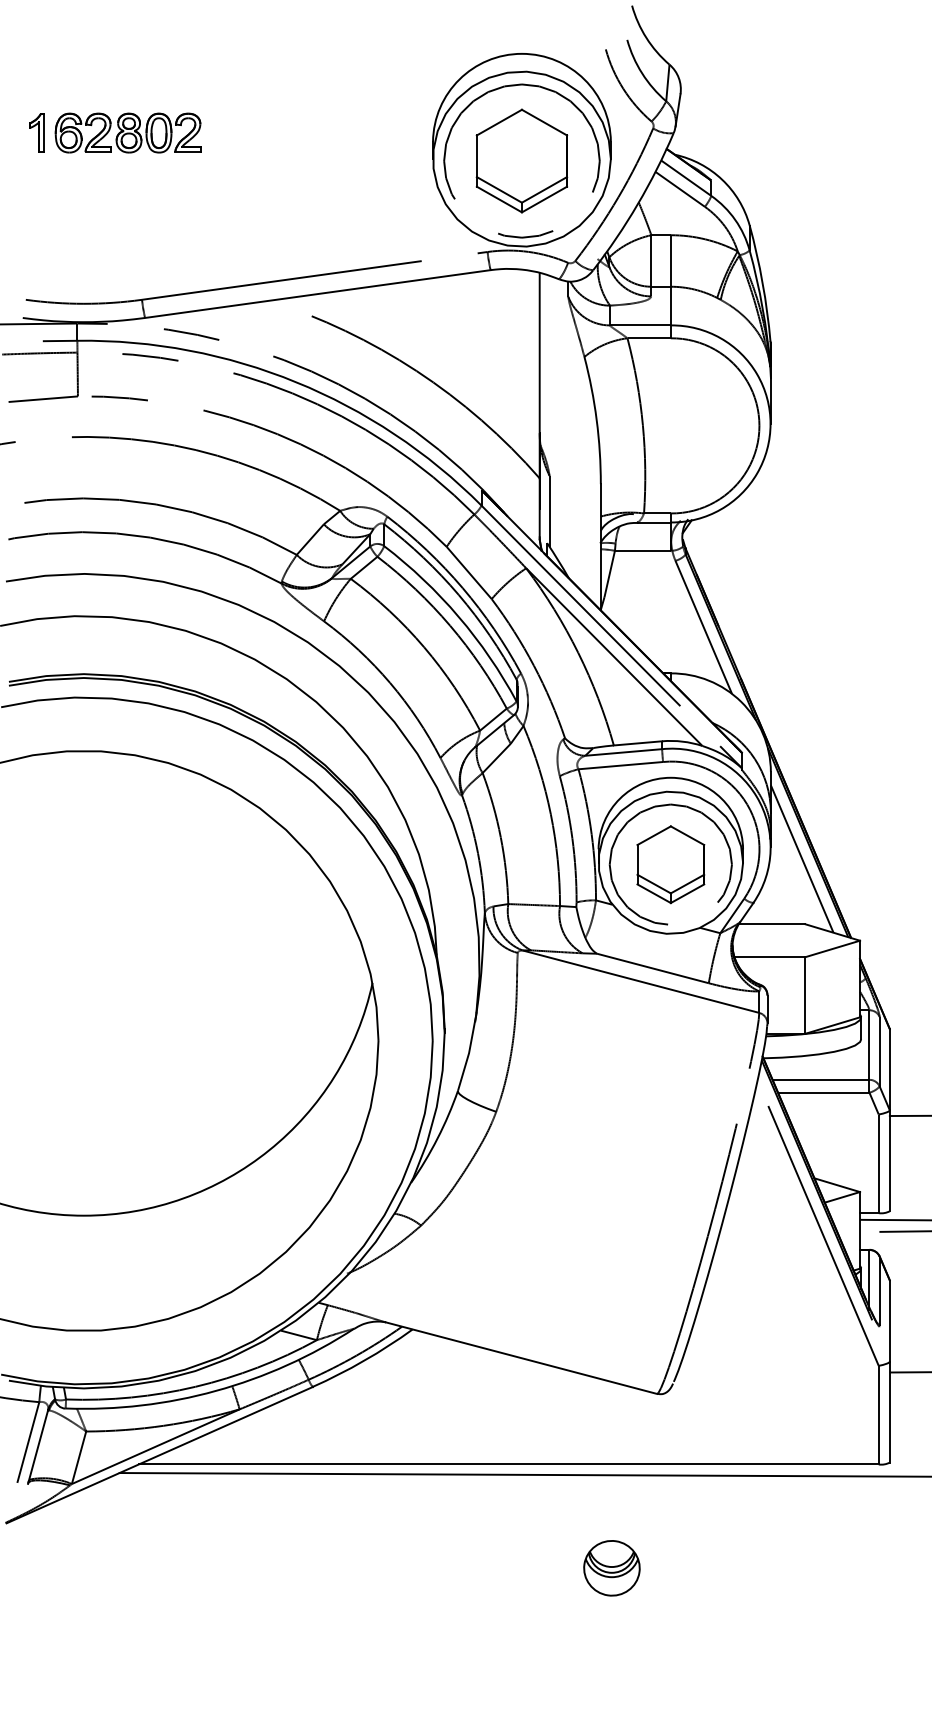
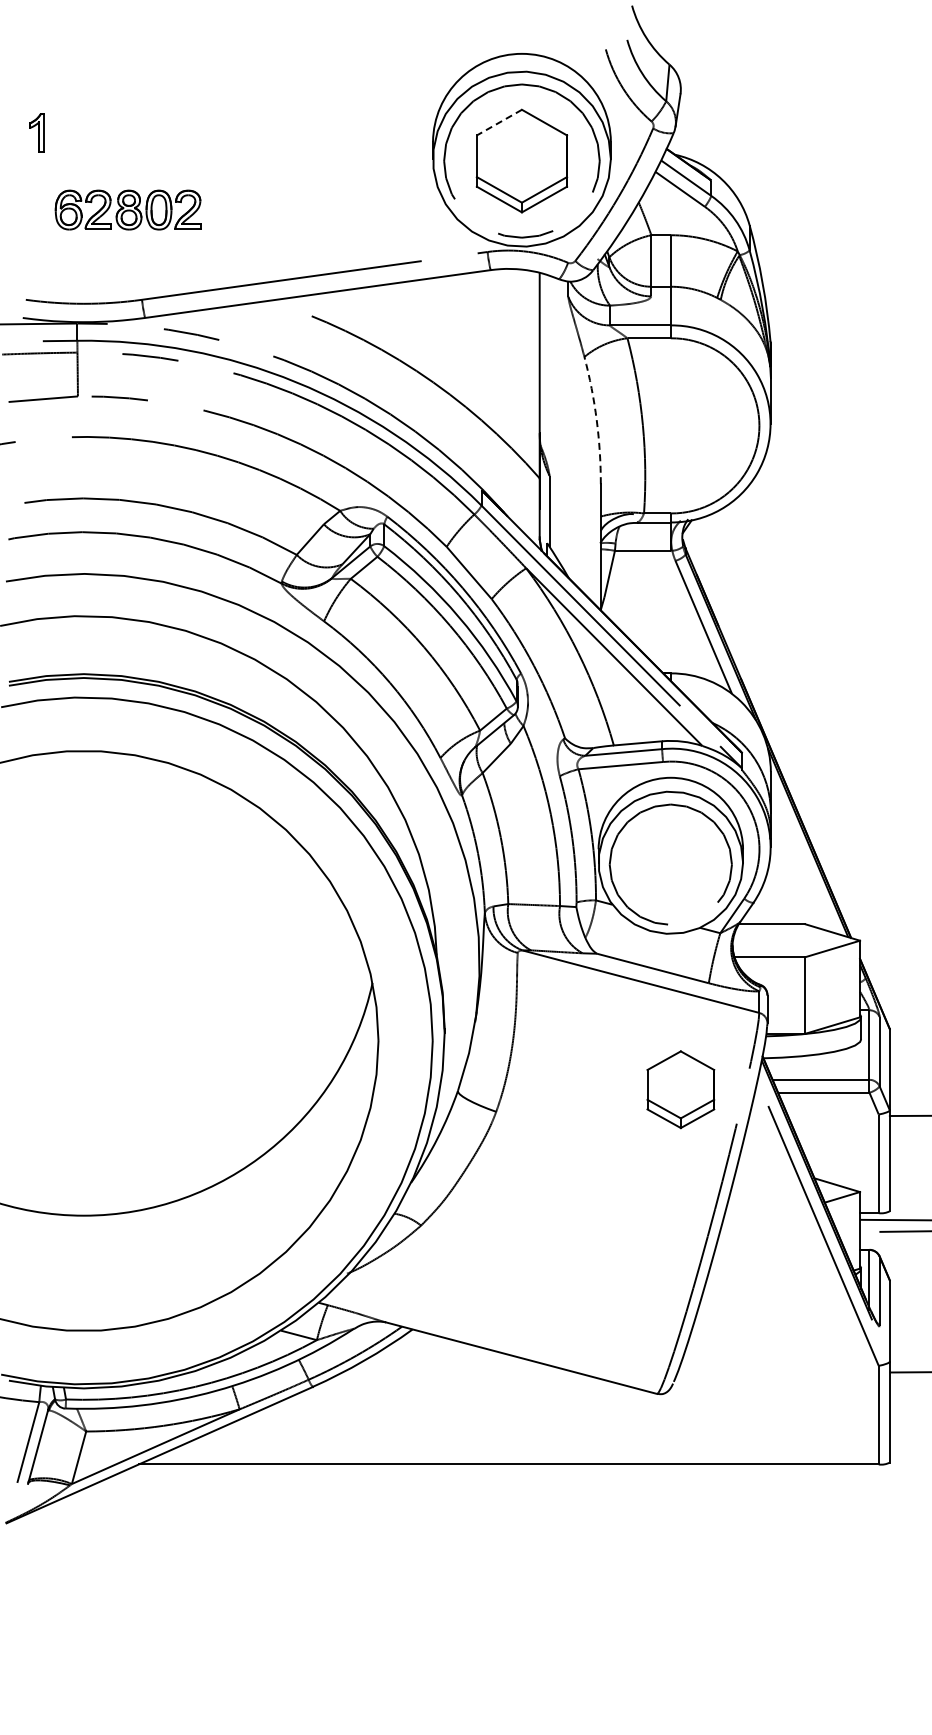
line at (499, 122): solid -> dashed
part at (127, 132) position: (127, 132) -> (127, 209)
arc at (596, 420): solid -> dashed
line at (801, 858): present -> none
part at (670, 864) position: (670, 864) -> (680, 1089)
line at (523, 1474): present -> none
part at (611, 1568): present -> none
